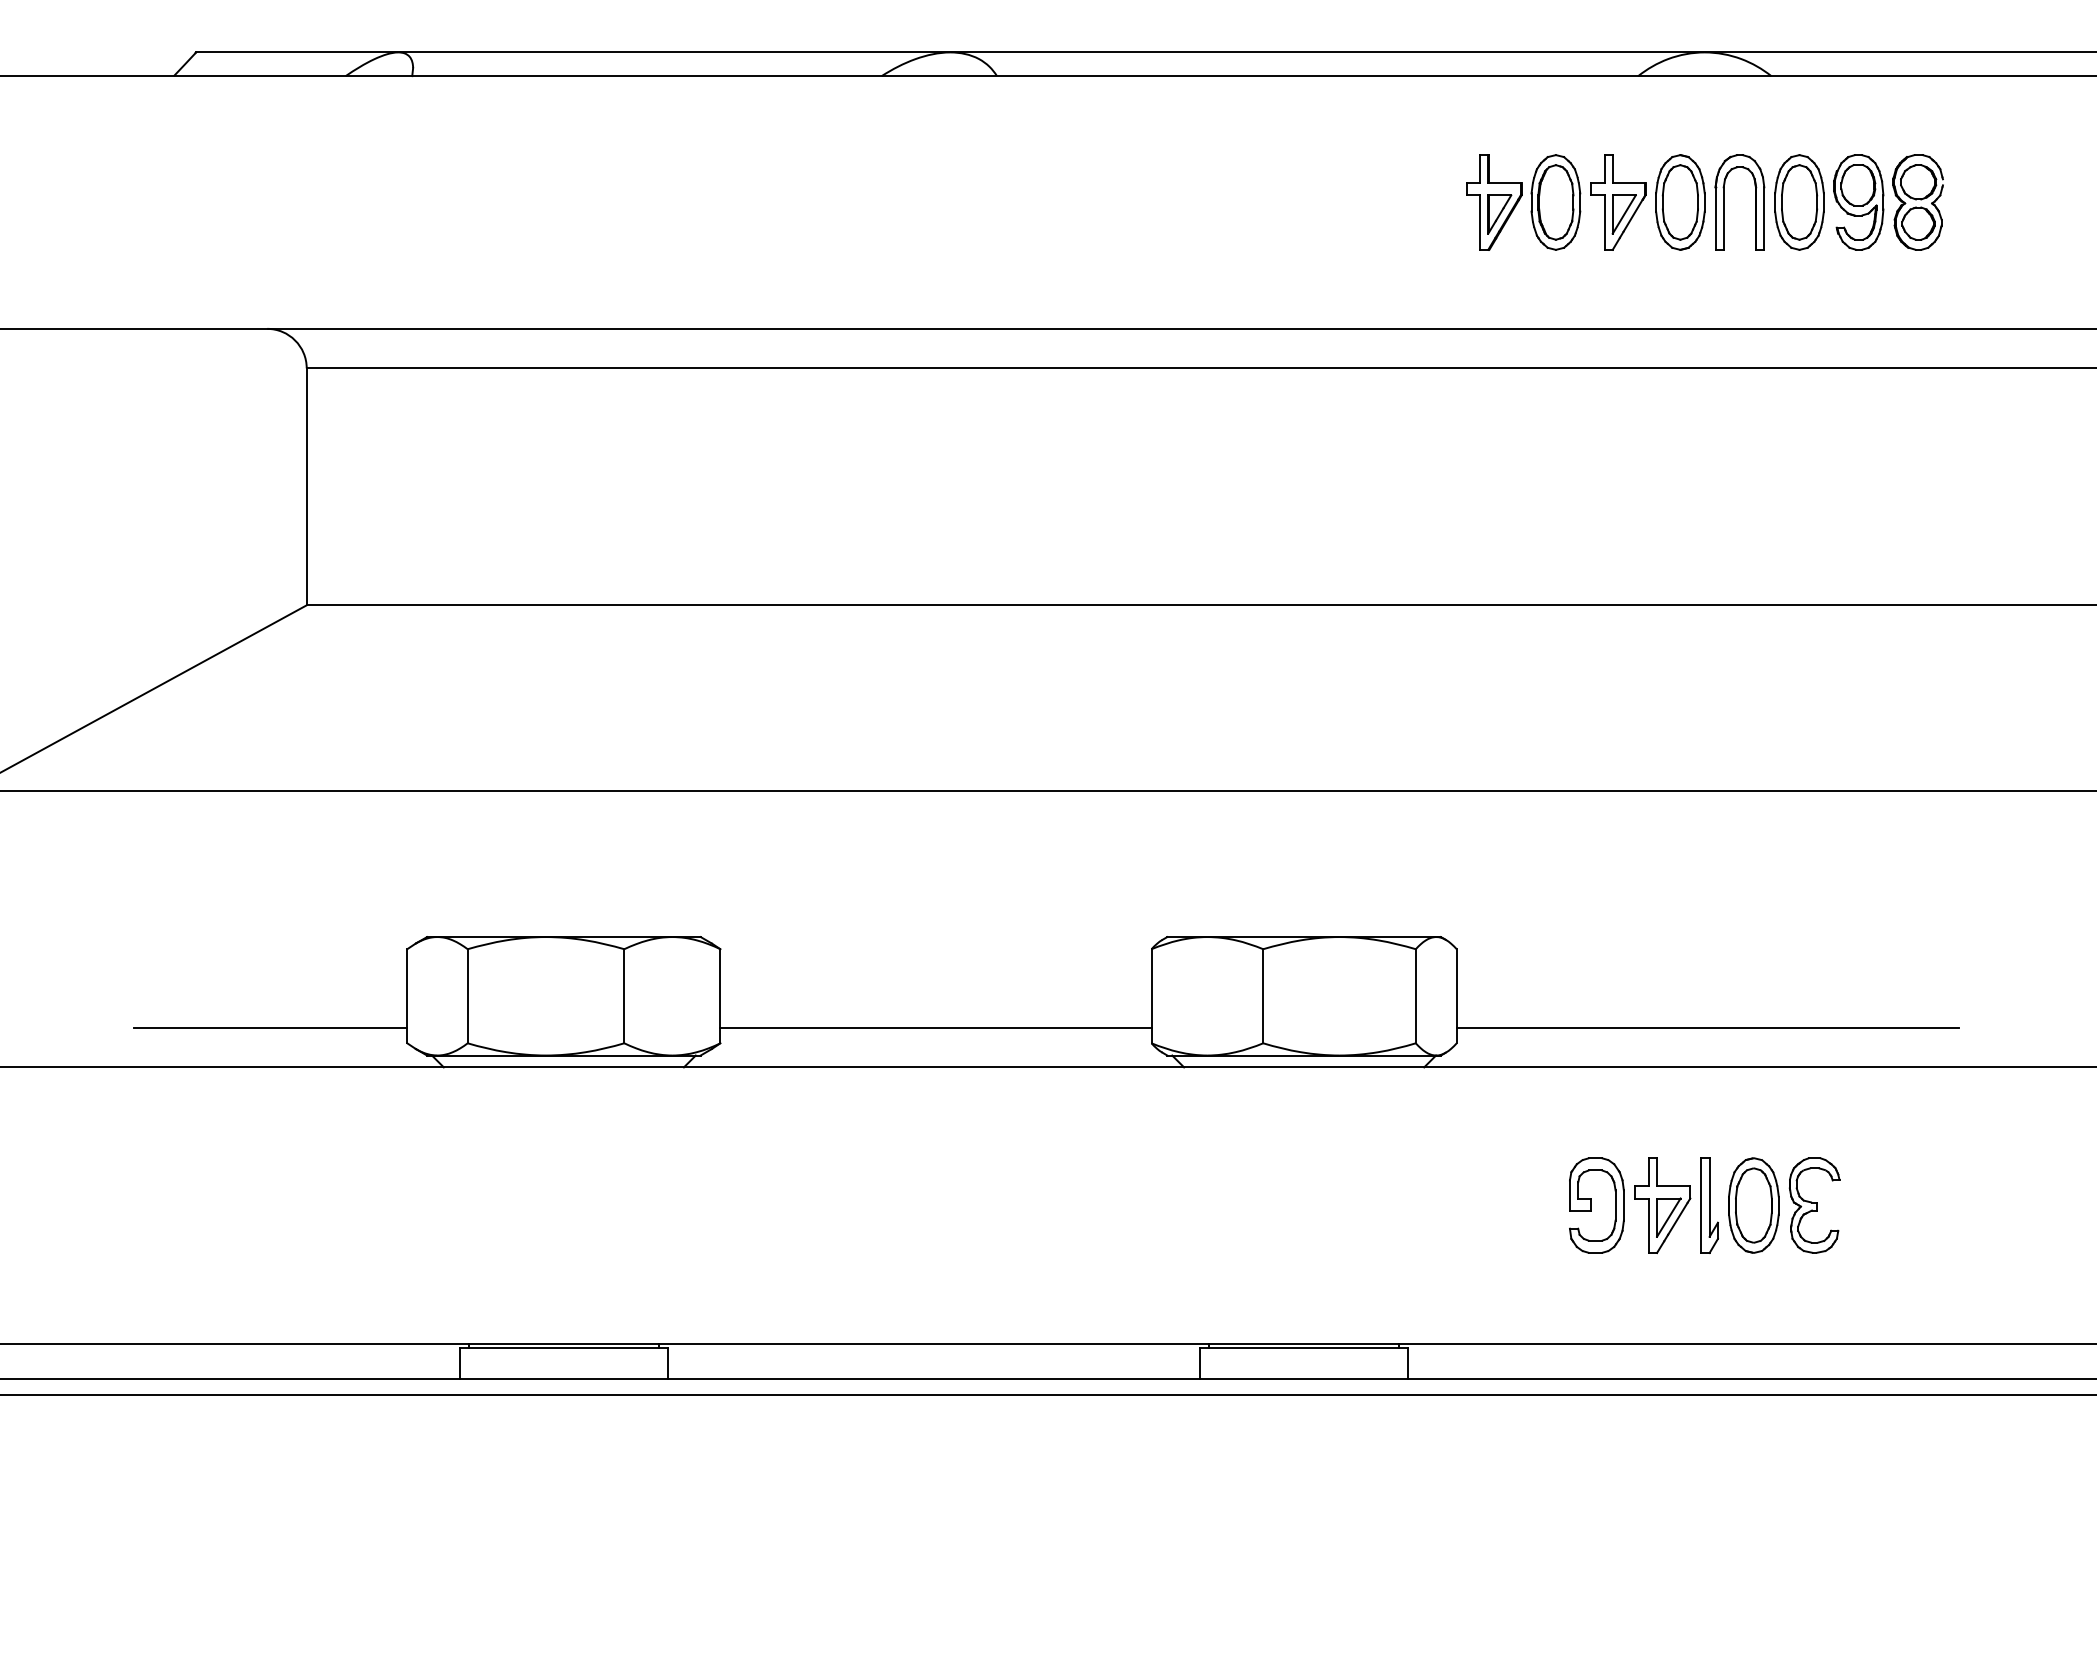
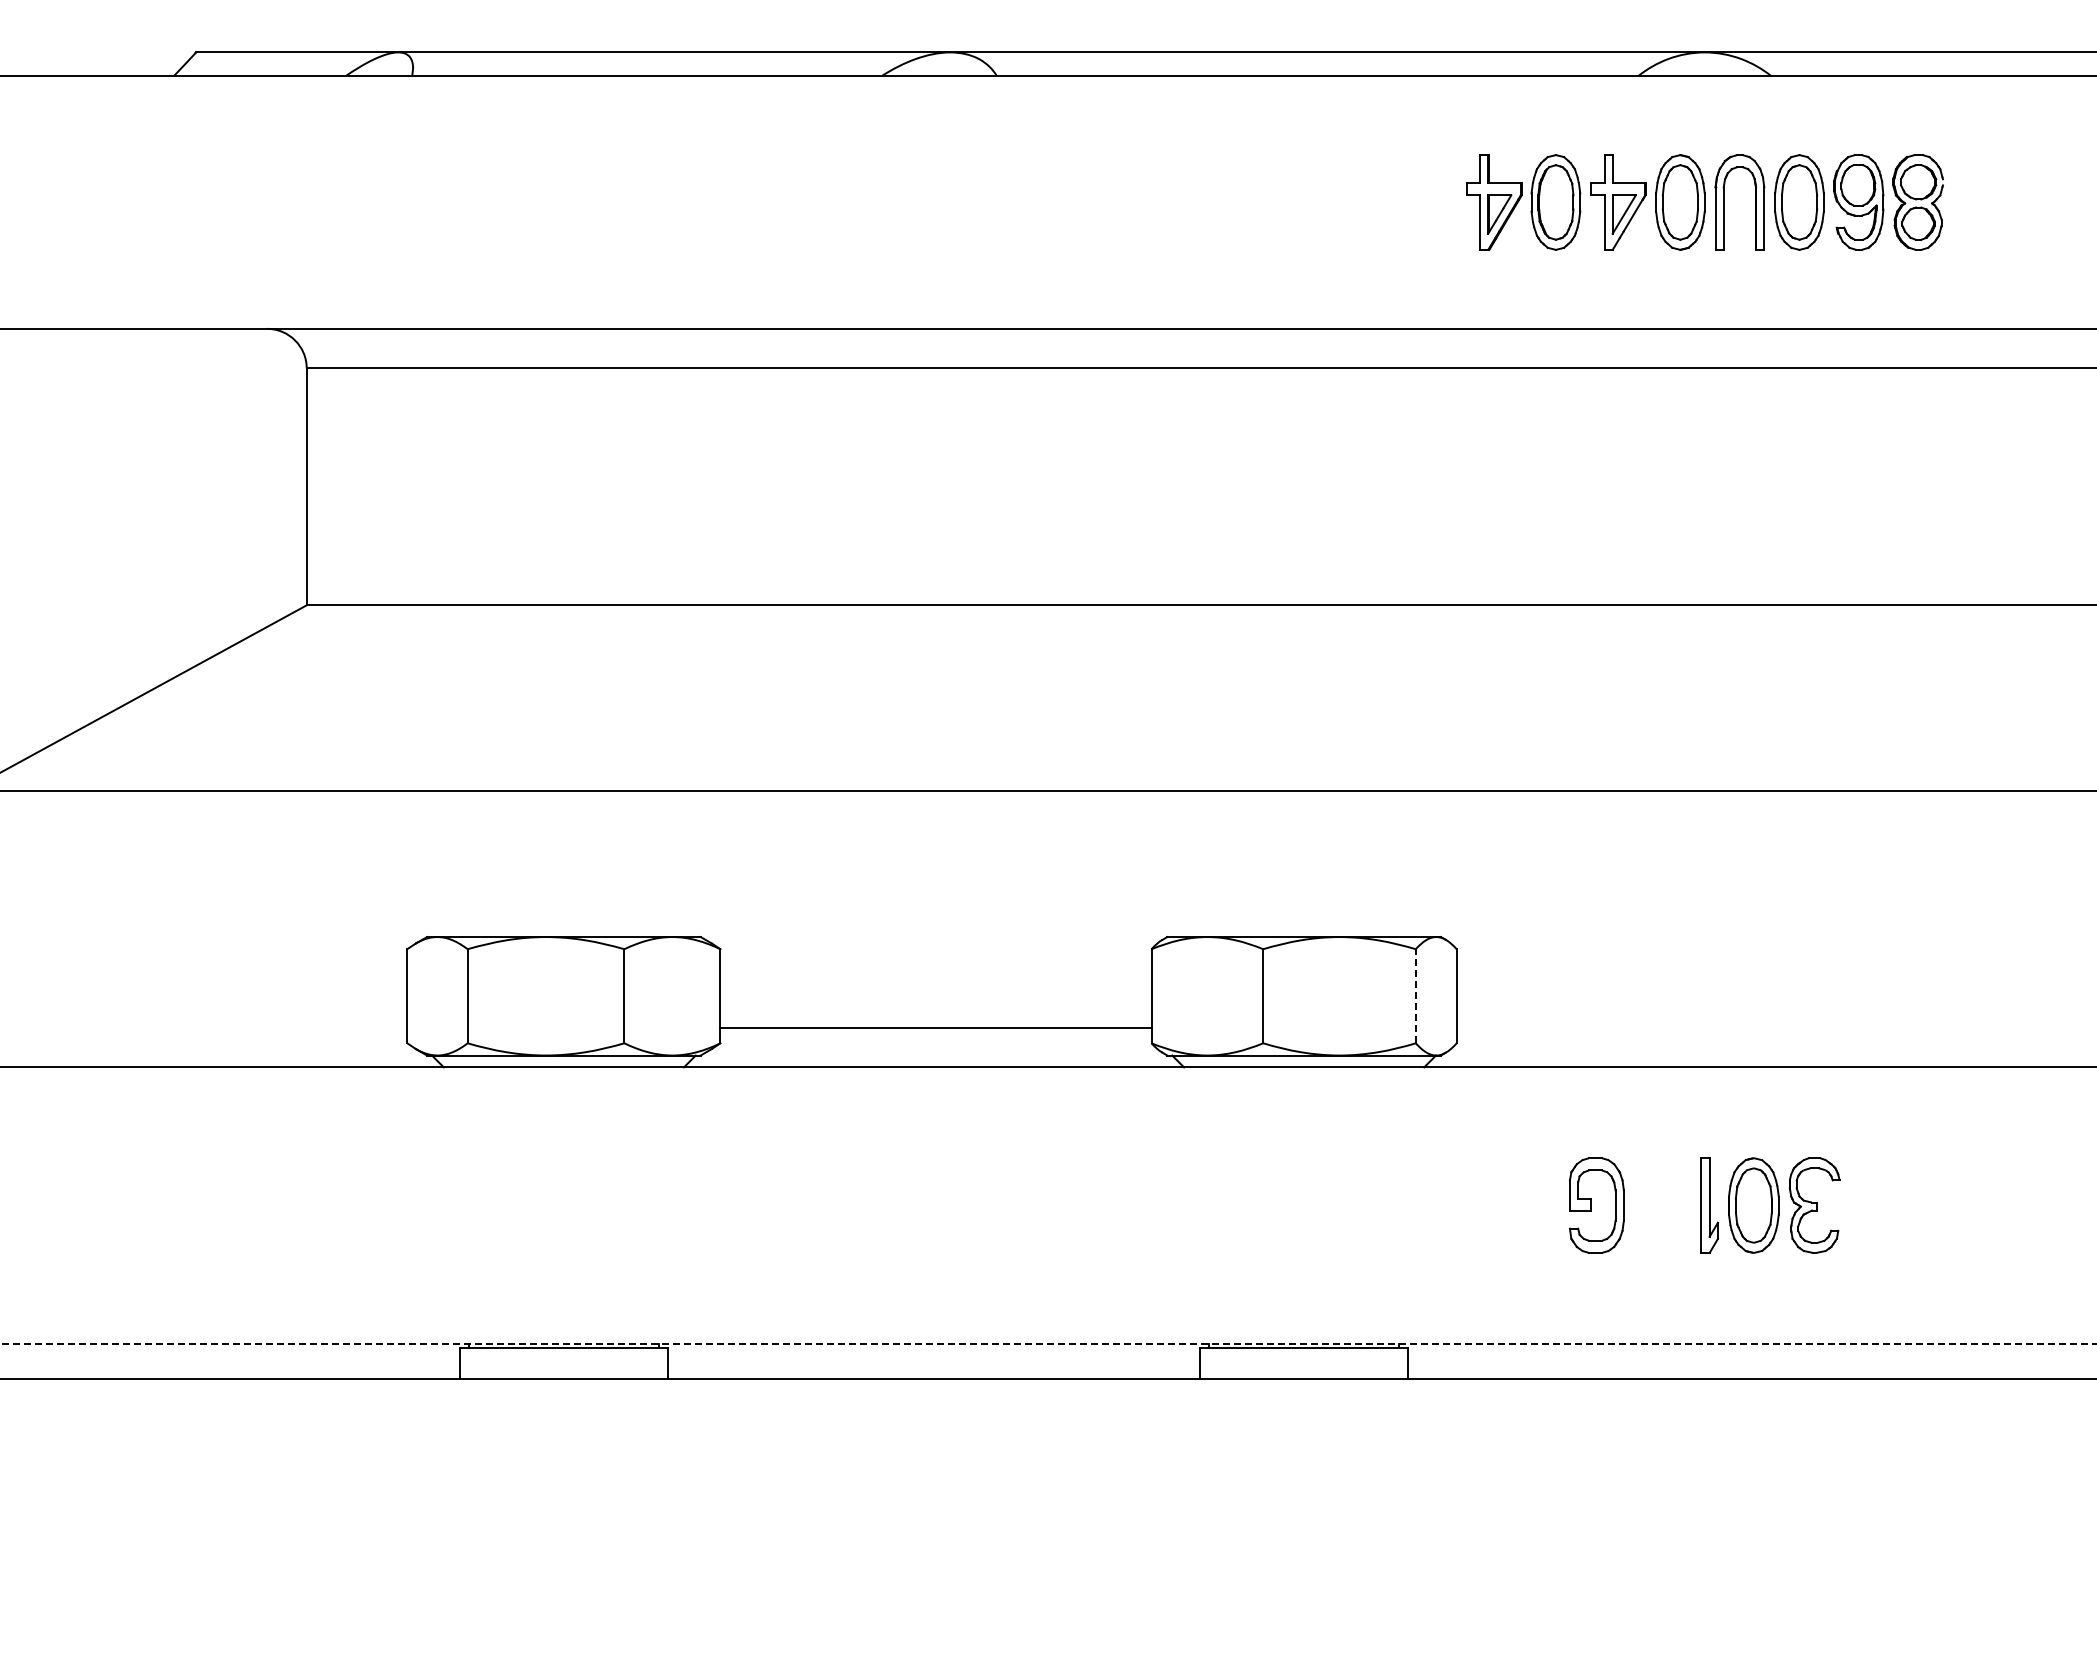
line at (1415, 995): solid -> dashed
line at (270, 1027): present -> none
line at (1707, 1027): present -> none
part at (1662, 1205): present -> none
line at (1048, 1343): solid -> dashed
line at (1047, 1395): present -> none
